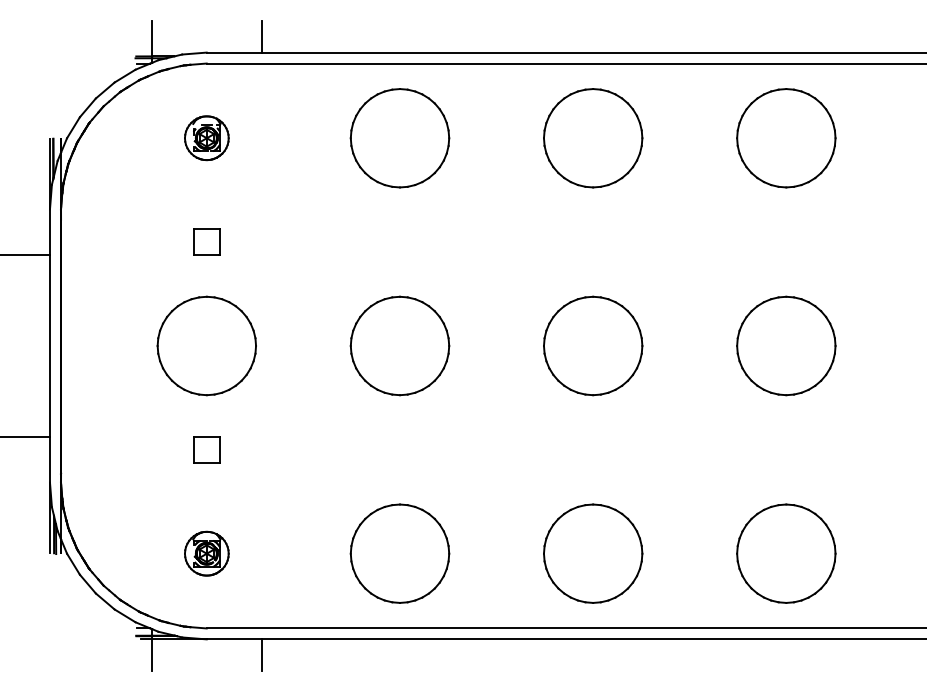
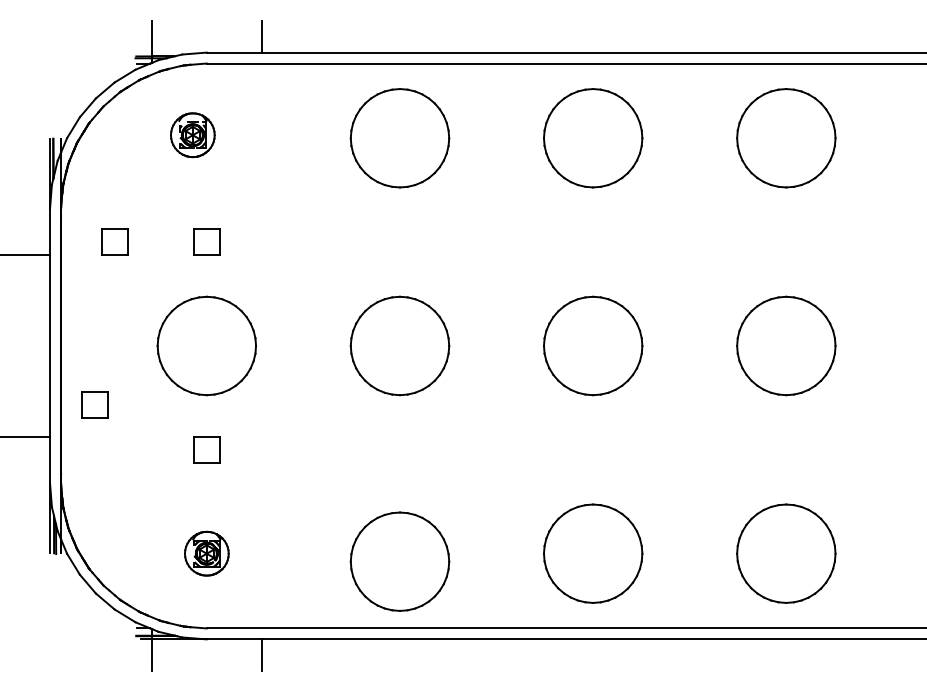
part at (206, 138) position: (206, 138) -> (192, 135)
part at (114, 241): none -> present
part at (94, 404): none -> present
part at (399, 553) position: (399, 553) -> (399, 561)
